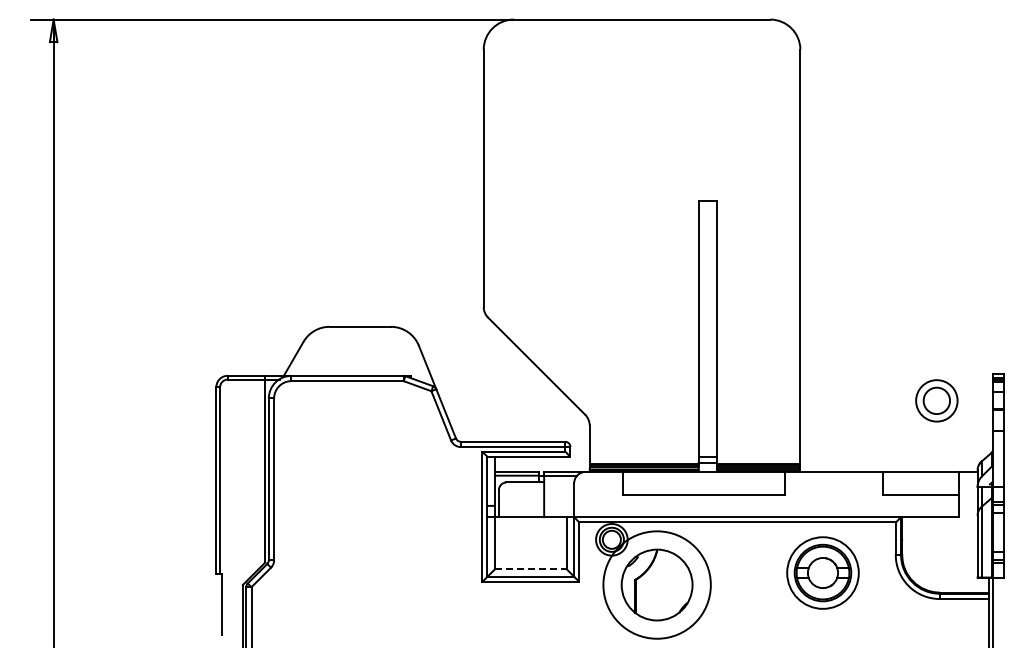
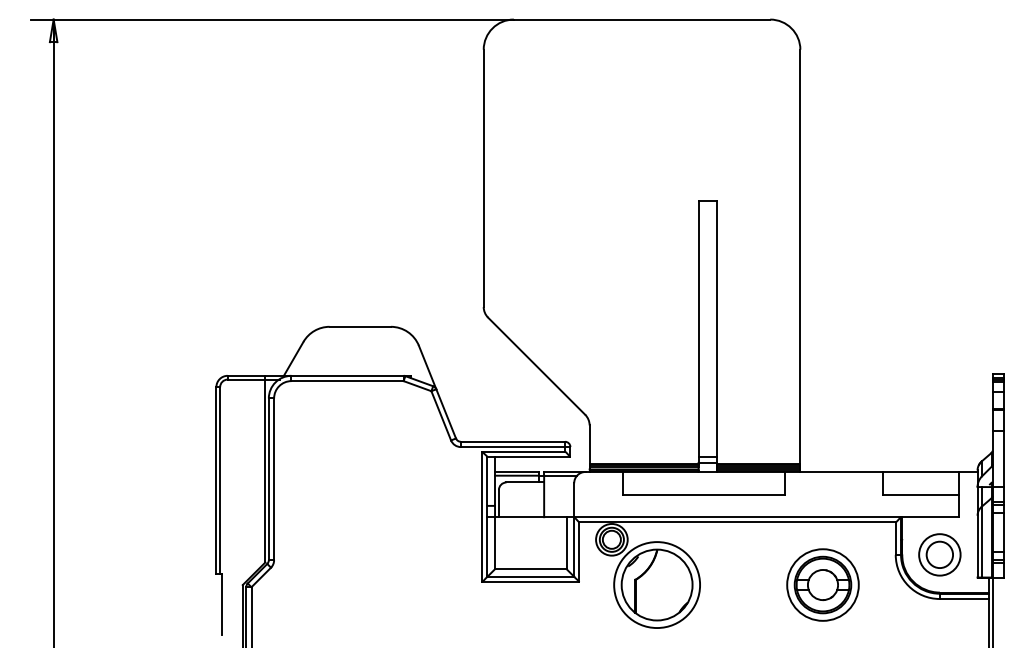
part at (936, 400) position: (936, 400) -> (939, 554)
line at (530, 569): dashed -> solid
part at (822, 572) position: (822, 572) -> (822, 584)
circle at (656, 584) diameter: 107 px -> 86 px
